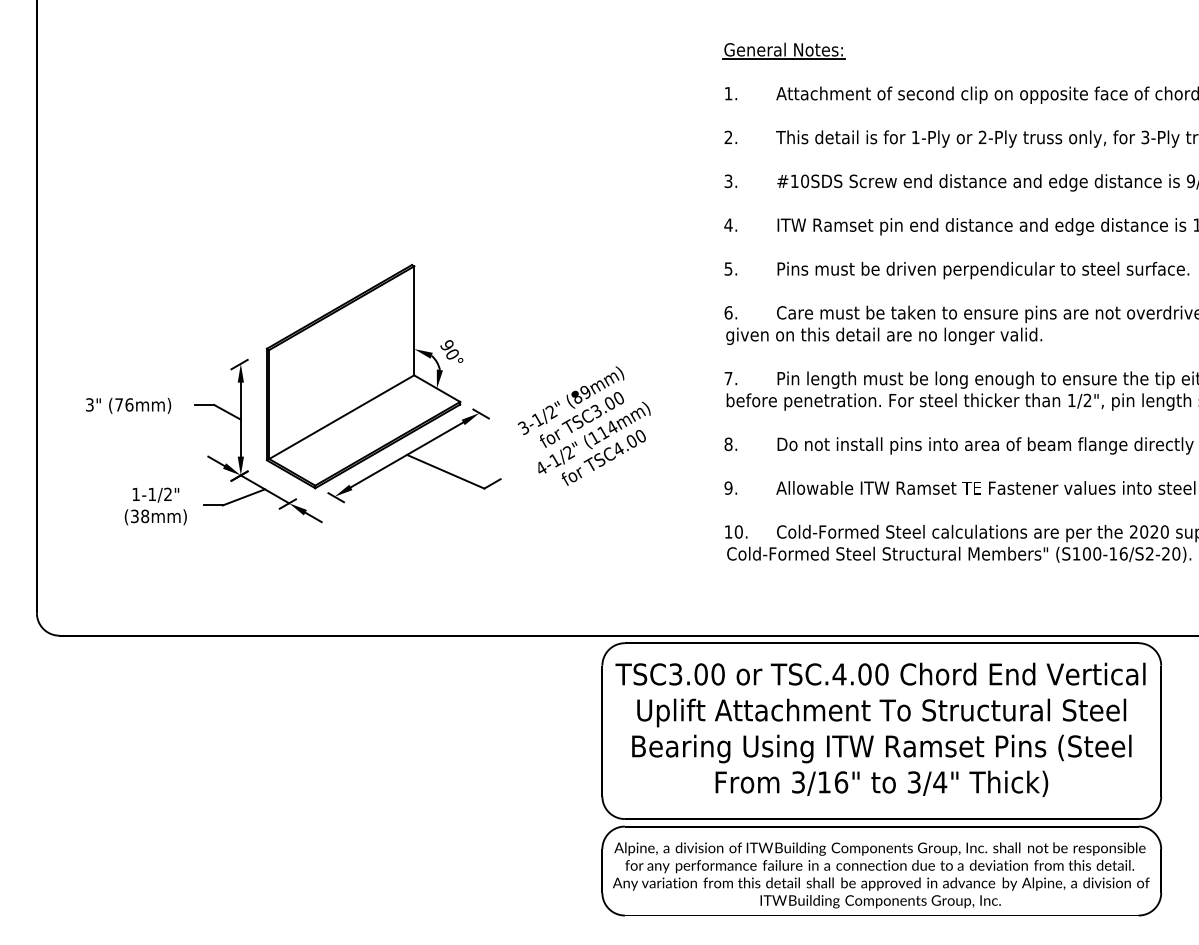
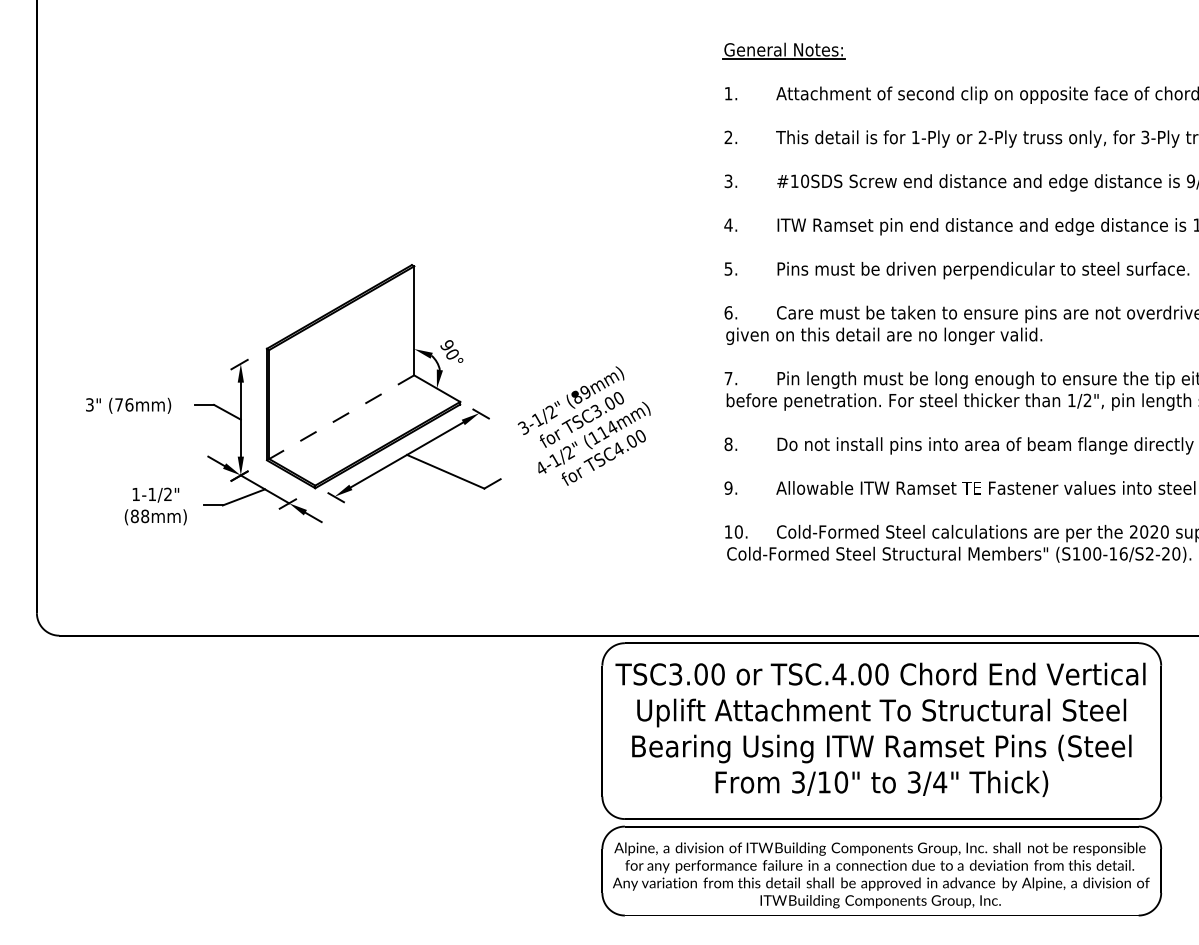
line at (341, 417): solid -> dashed
text at (134, 516): (38mm) -> (88mm)
text at (841, 782): 3/16" -> 3/10"
